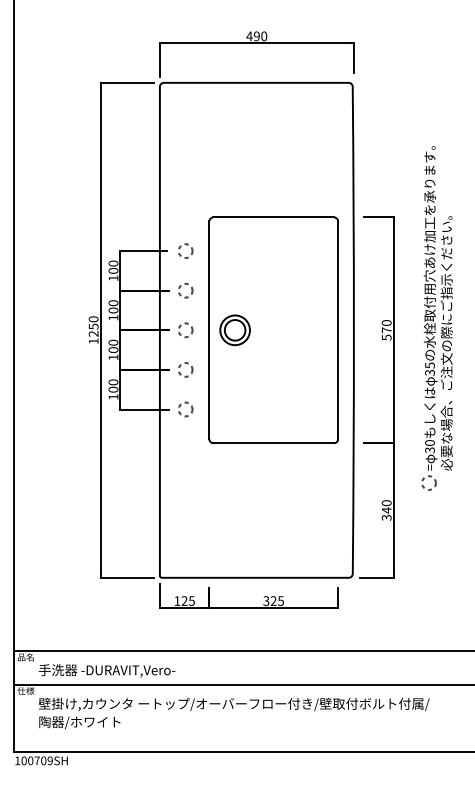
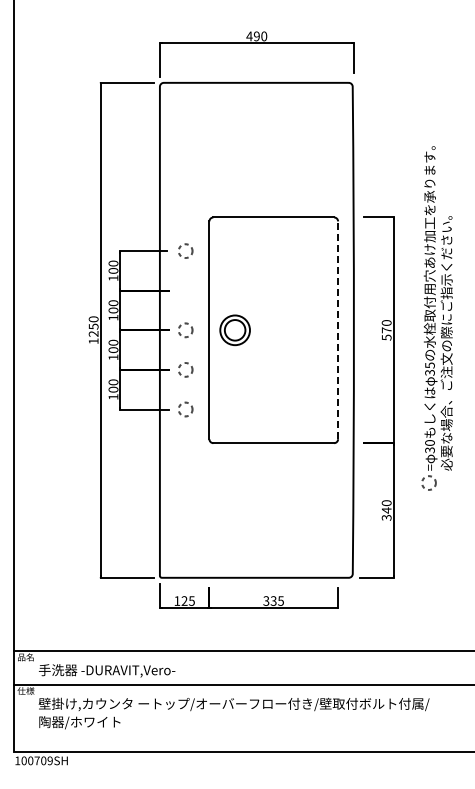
circle at (185, 290): present -> none
line at (338, 330): solid -> dashed
text at (273, 601): 325 -> 335
